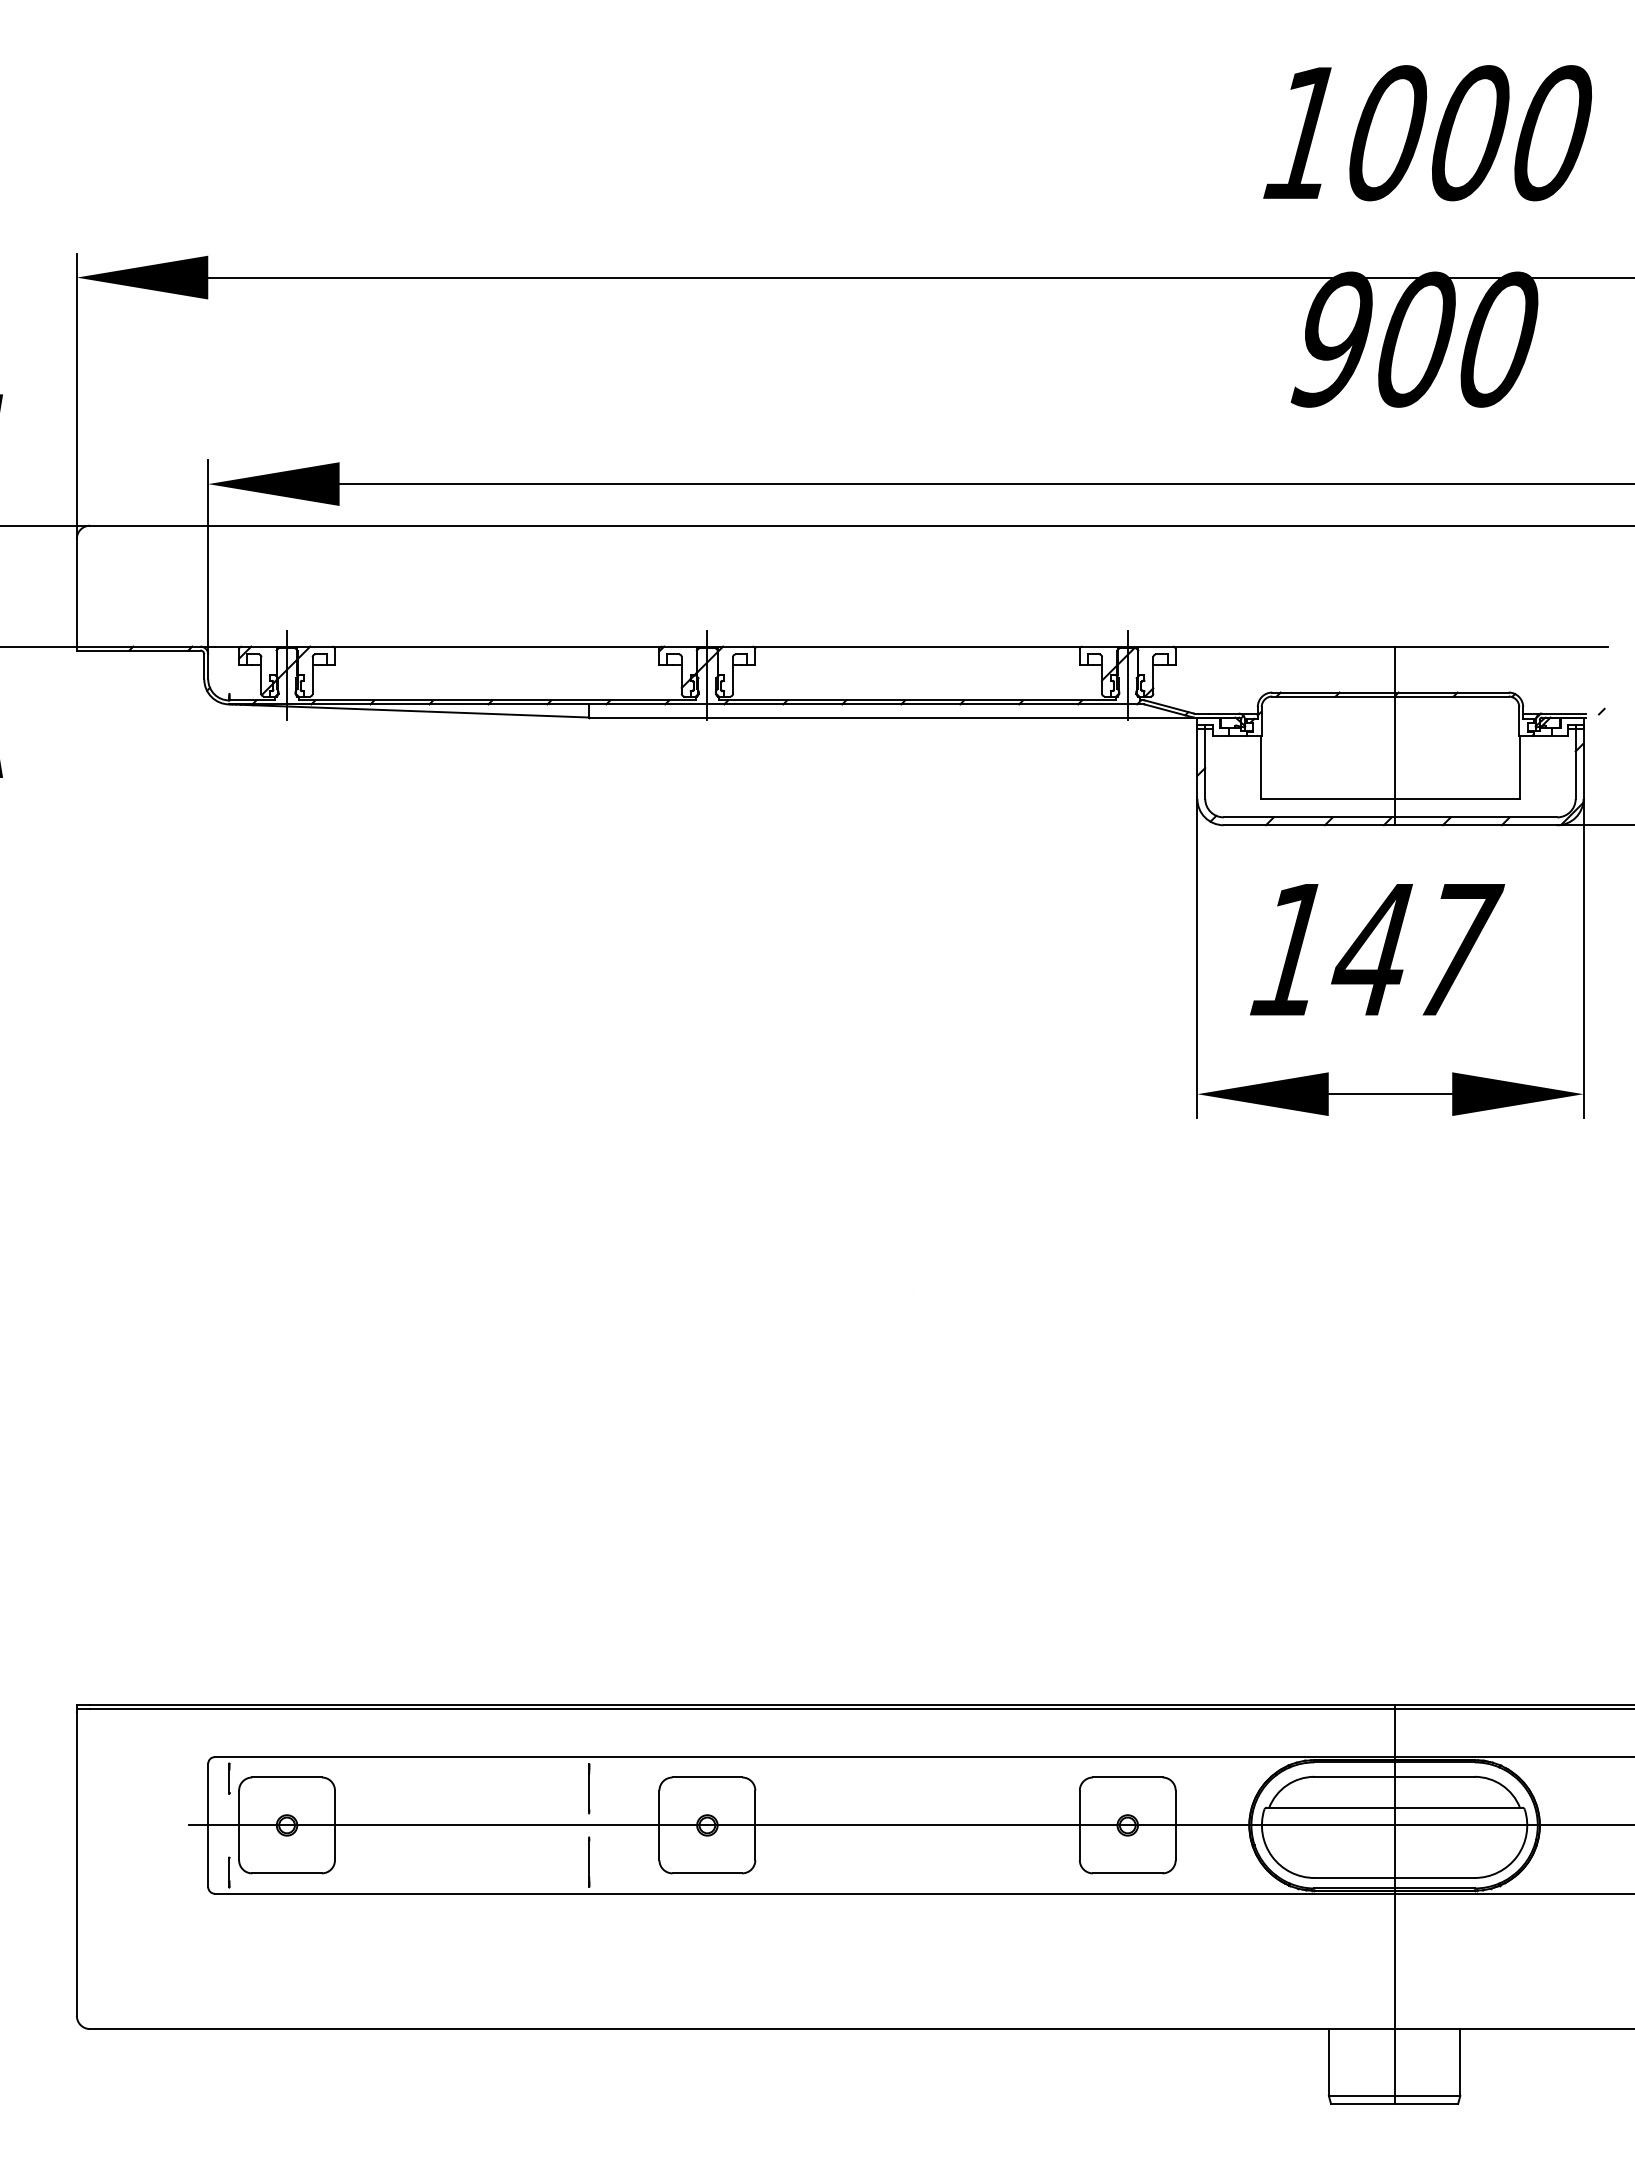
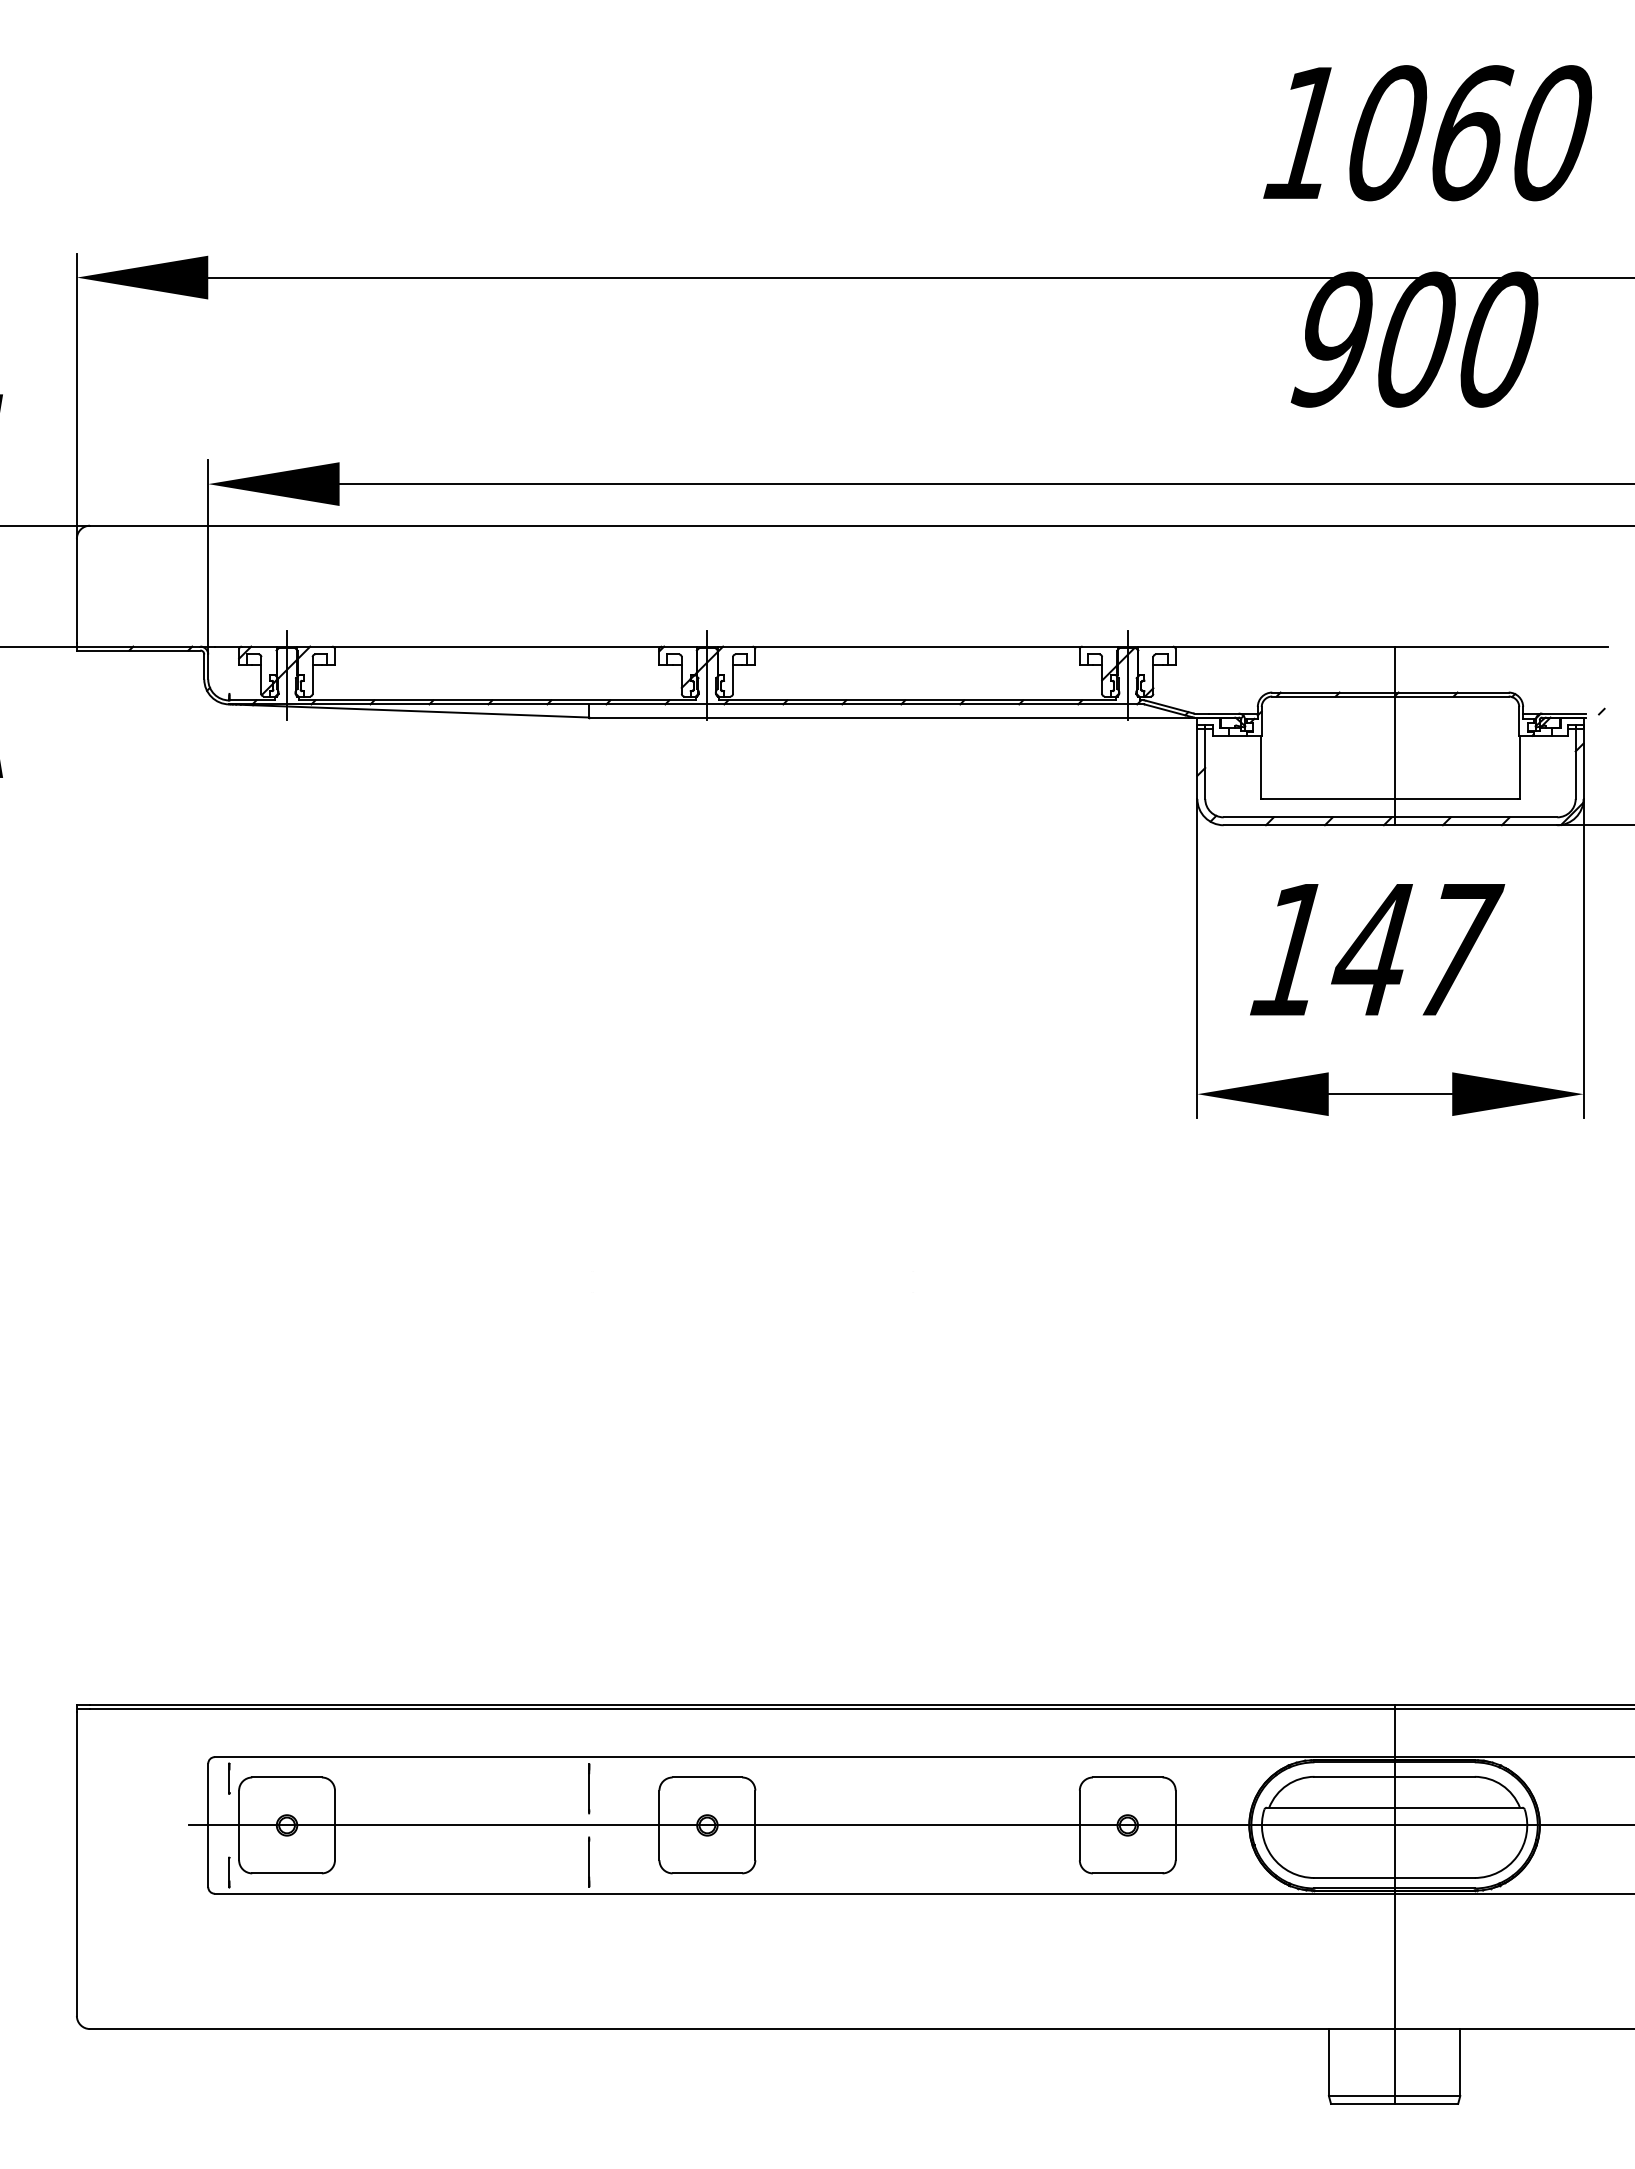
text at (1473, 133): 1000 -> 1060
